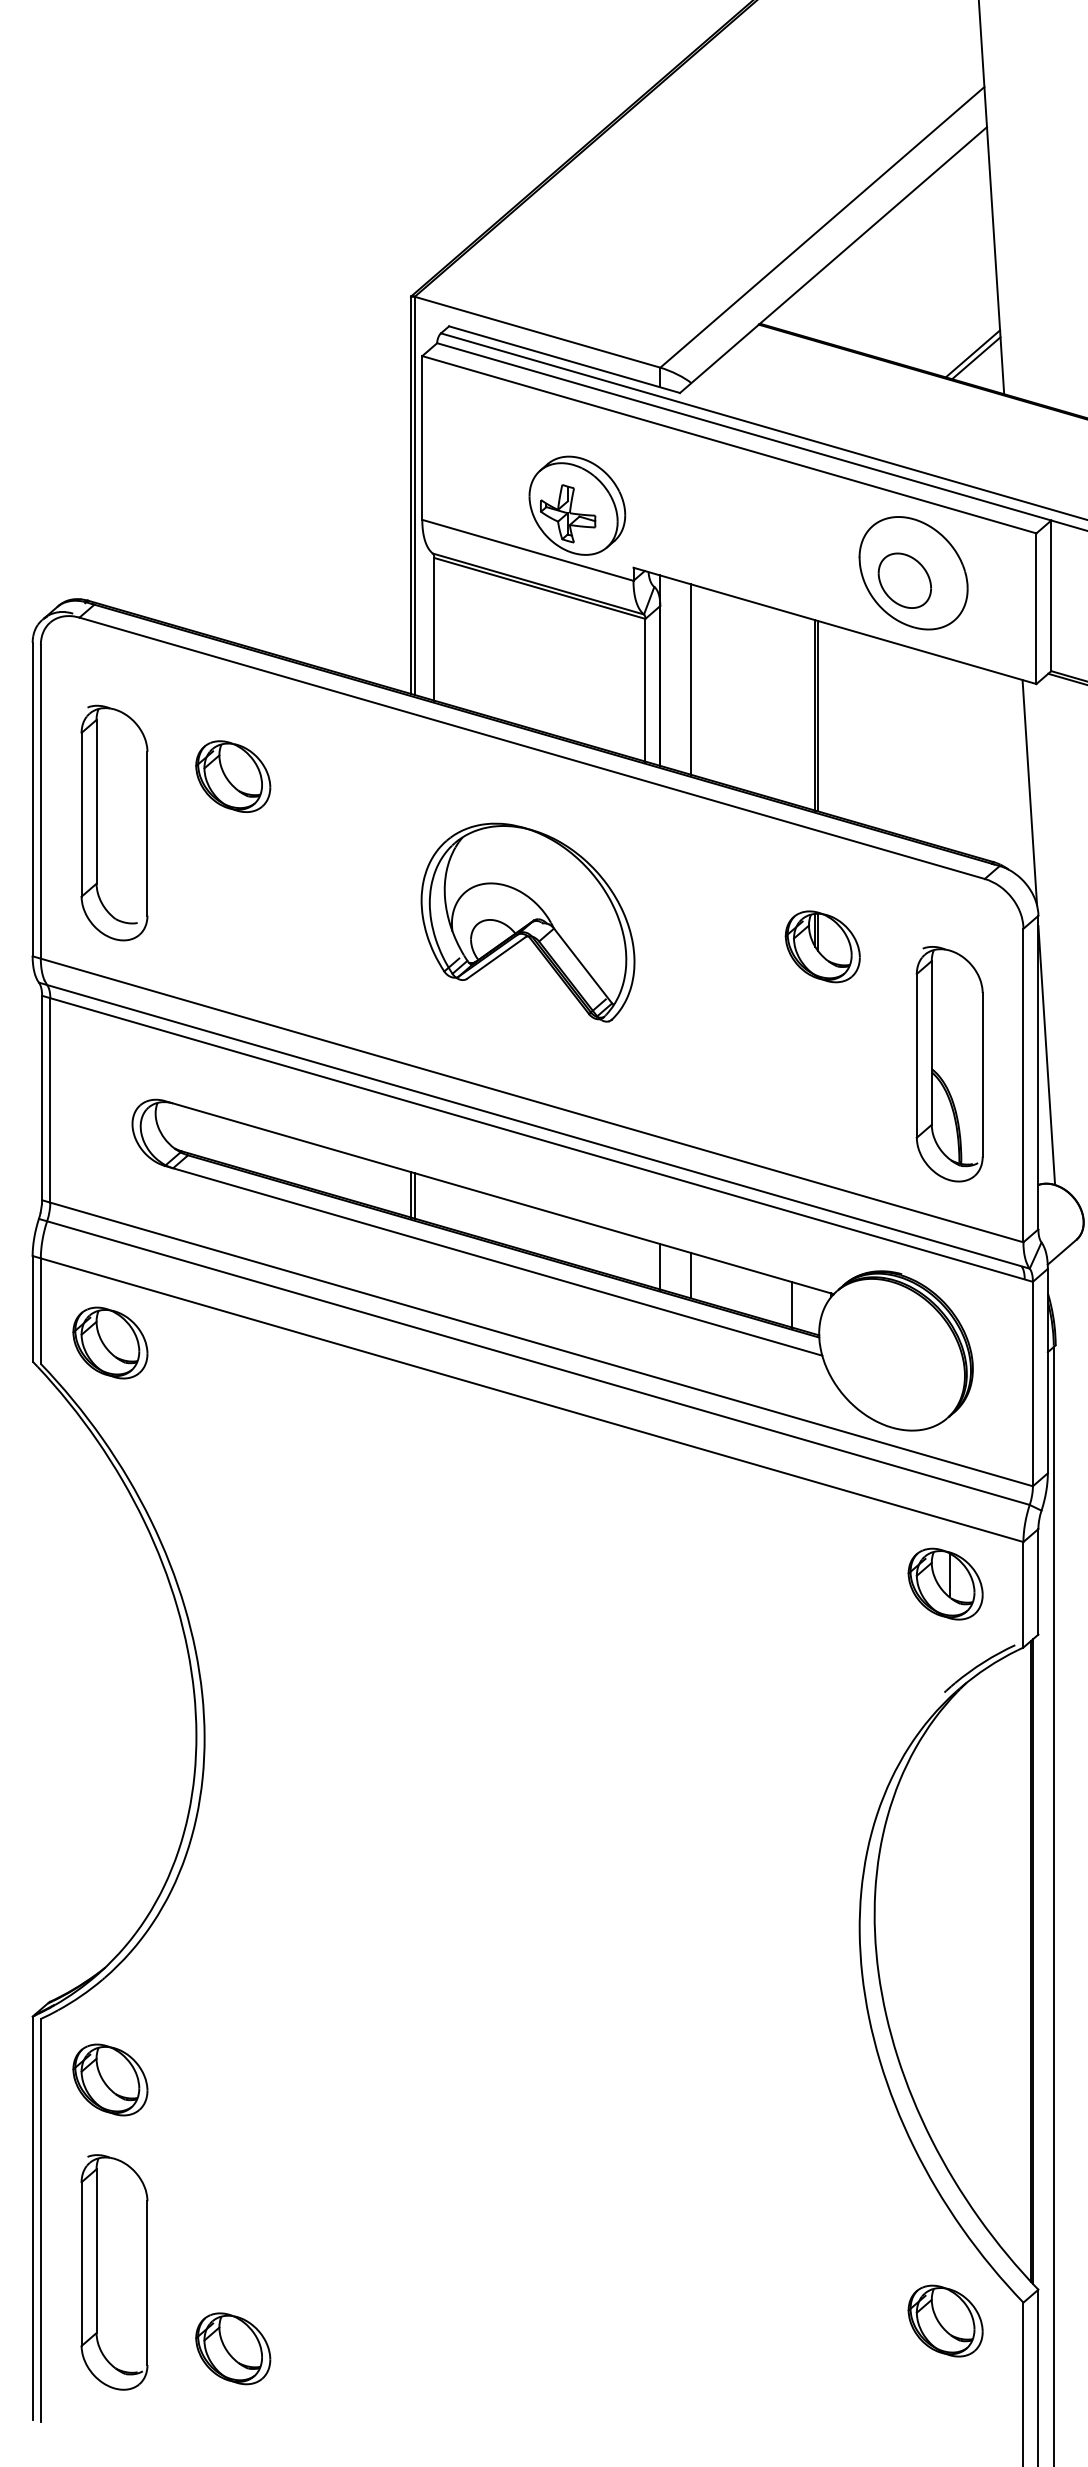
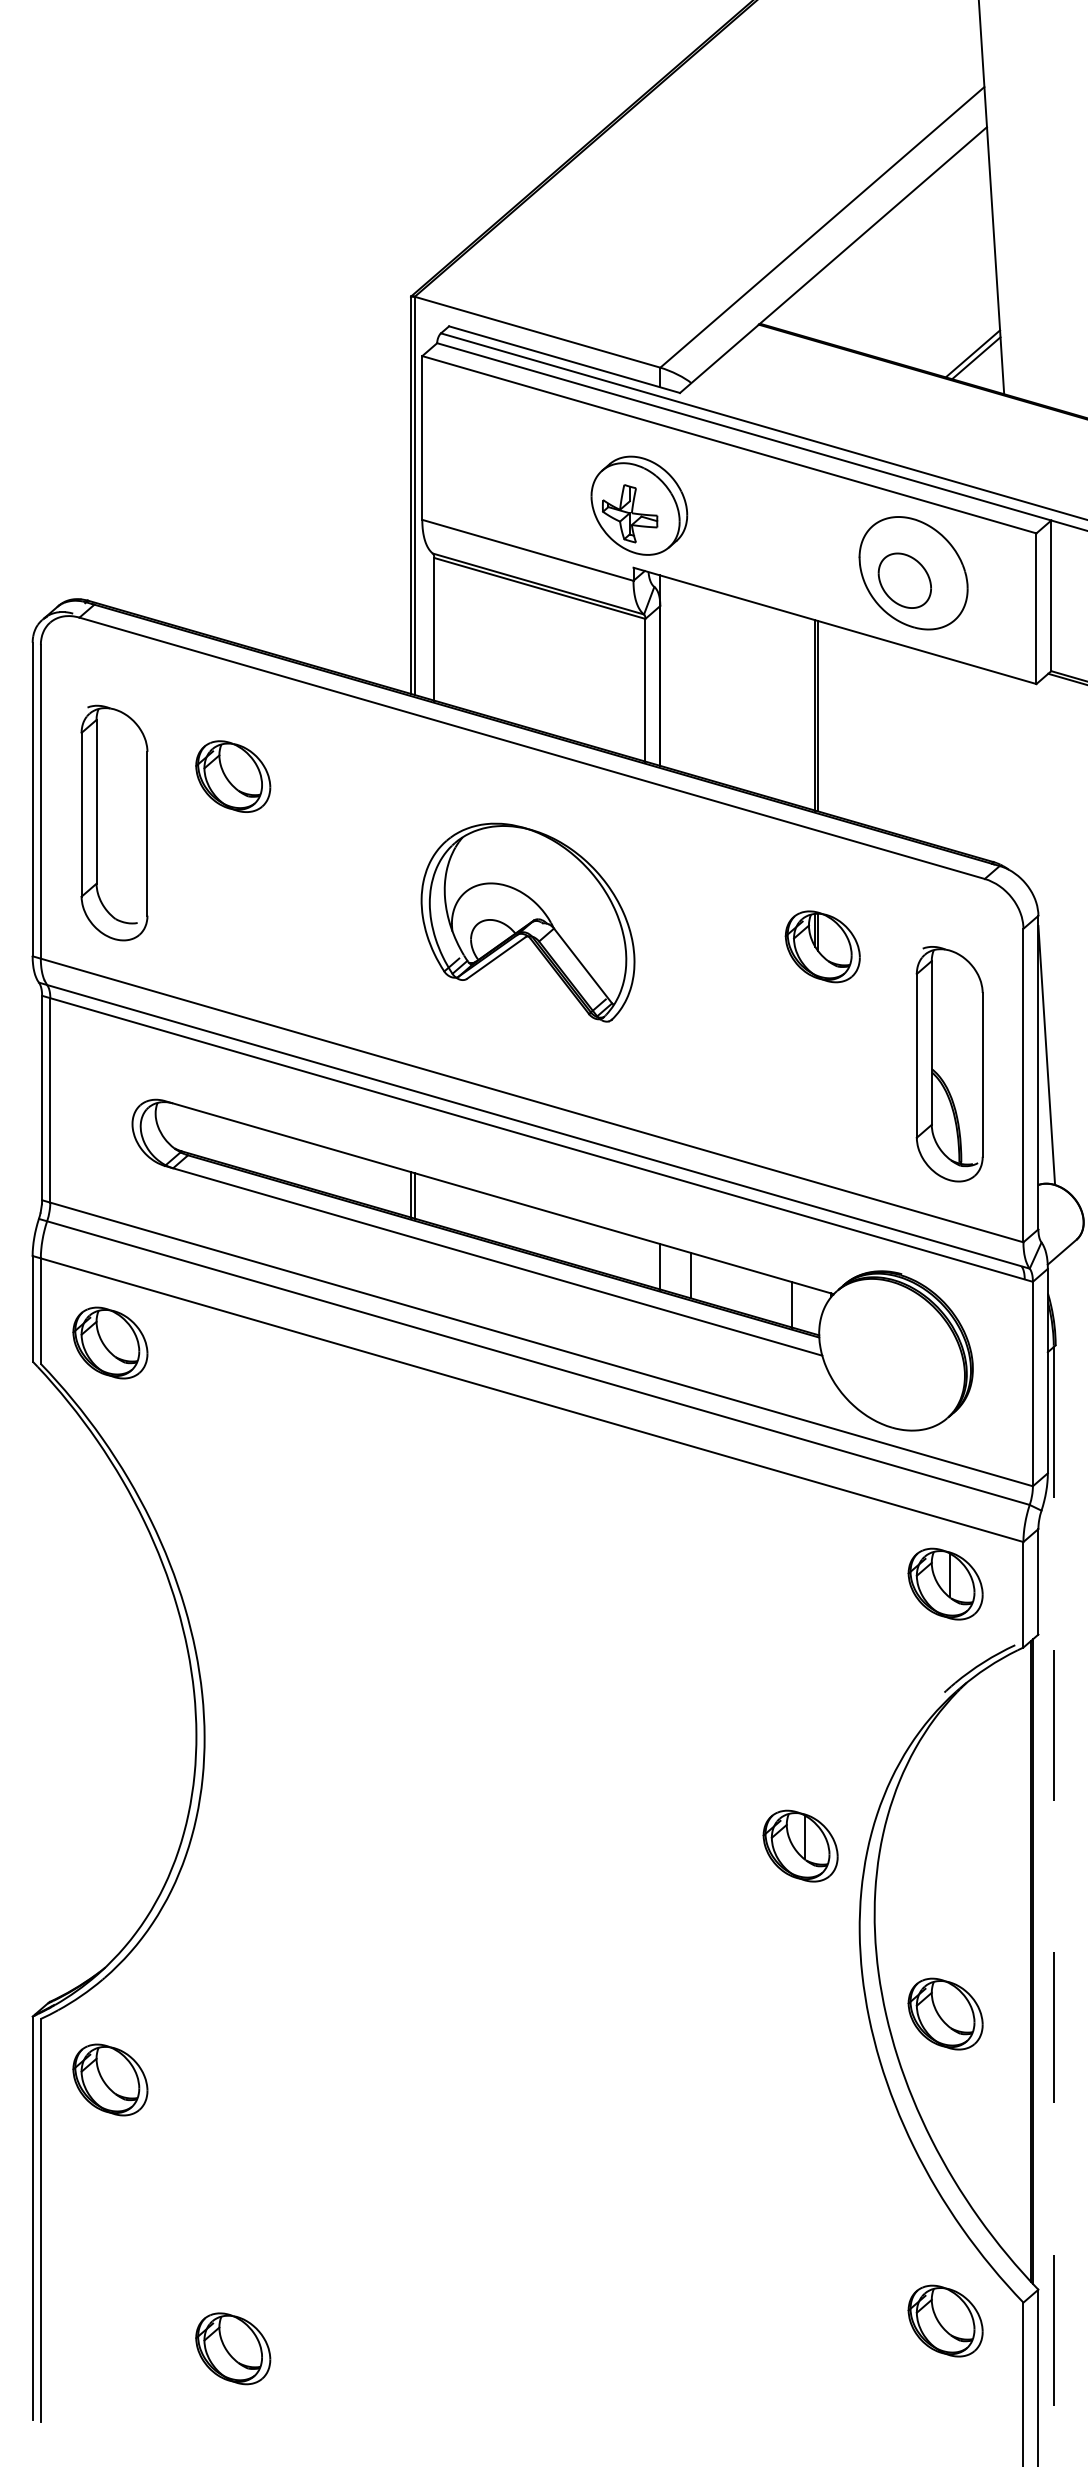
part at (577, 505) position: (577, 505) -> (639, 505)
line at (691, 679): present -> none
line at (1029, 792): present -> none
part at (800, 1845): none -> present
line at (1053, 1906): solid -> dashed
part at (945, 2013): none -> present
part at (114, 2272): present -> none
